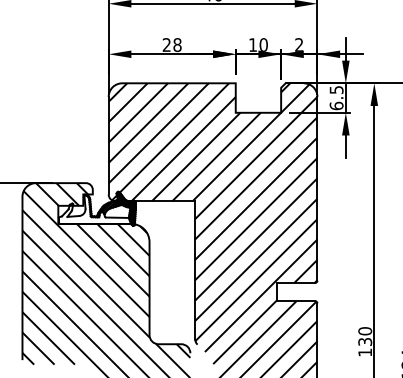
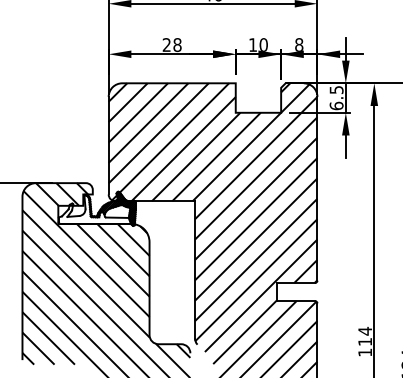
text at (299, 44): 2 -> 8
text at (365, 335): 130 -> 114
